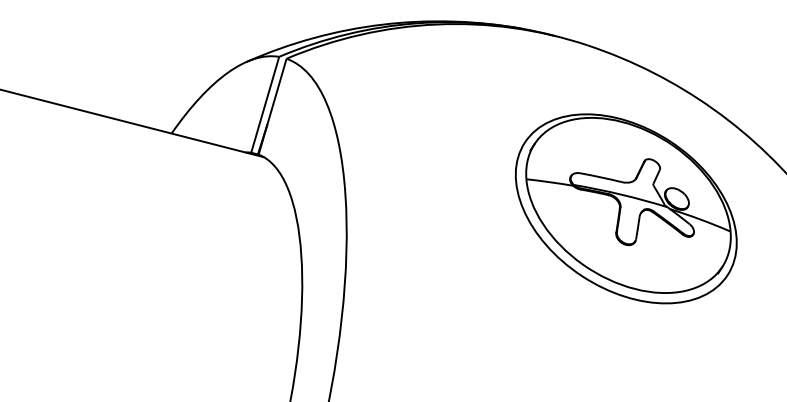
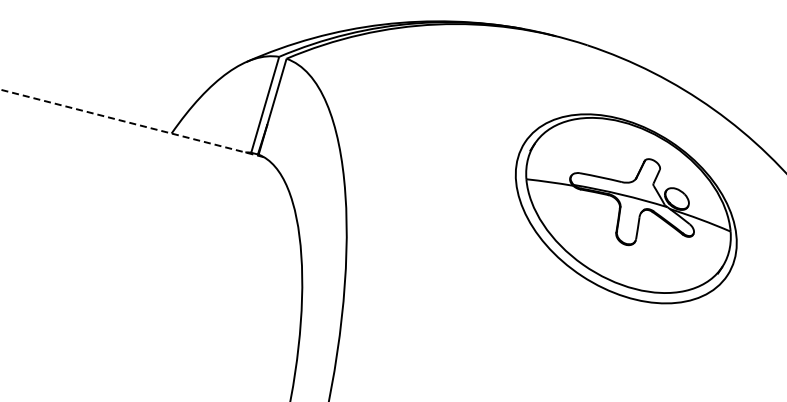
line at (132, 123): solid -> dashed
